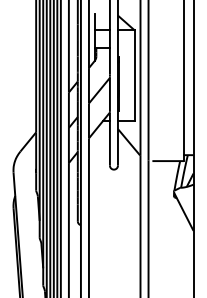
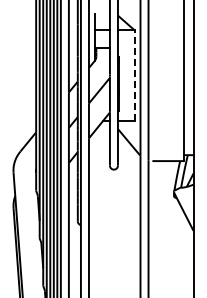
line at (134, 75): solid -> dashed
